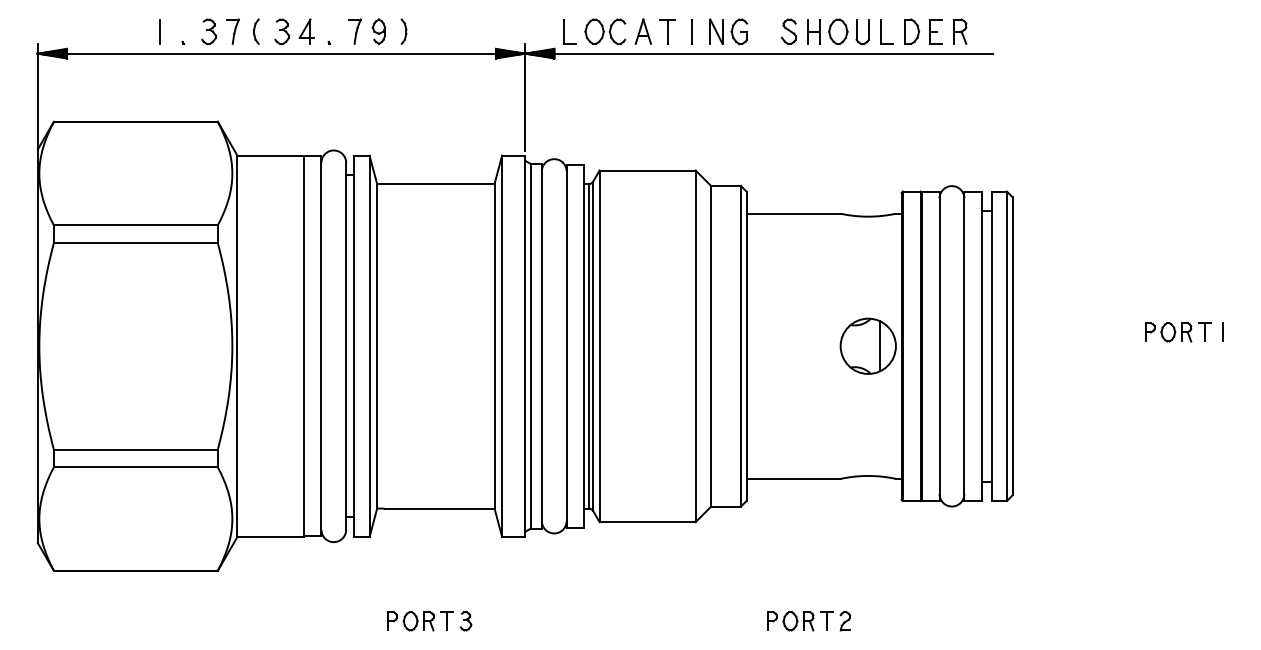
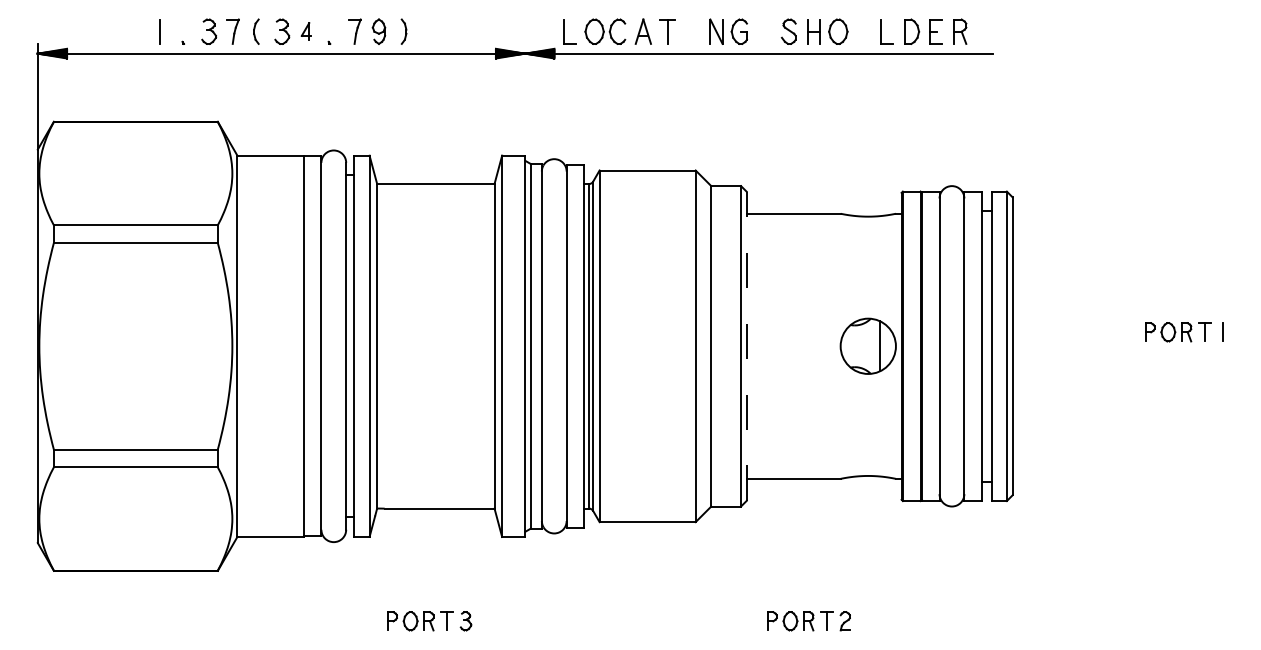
part at (306, 31) size: 17x27 px -> 12x19 px
line at (692, 31): present -> none
part at (862, 31): present -> none
line at (525, 96): present -> none
line at (746, 346): solid -> dashed
